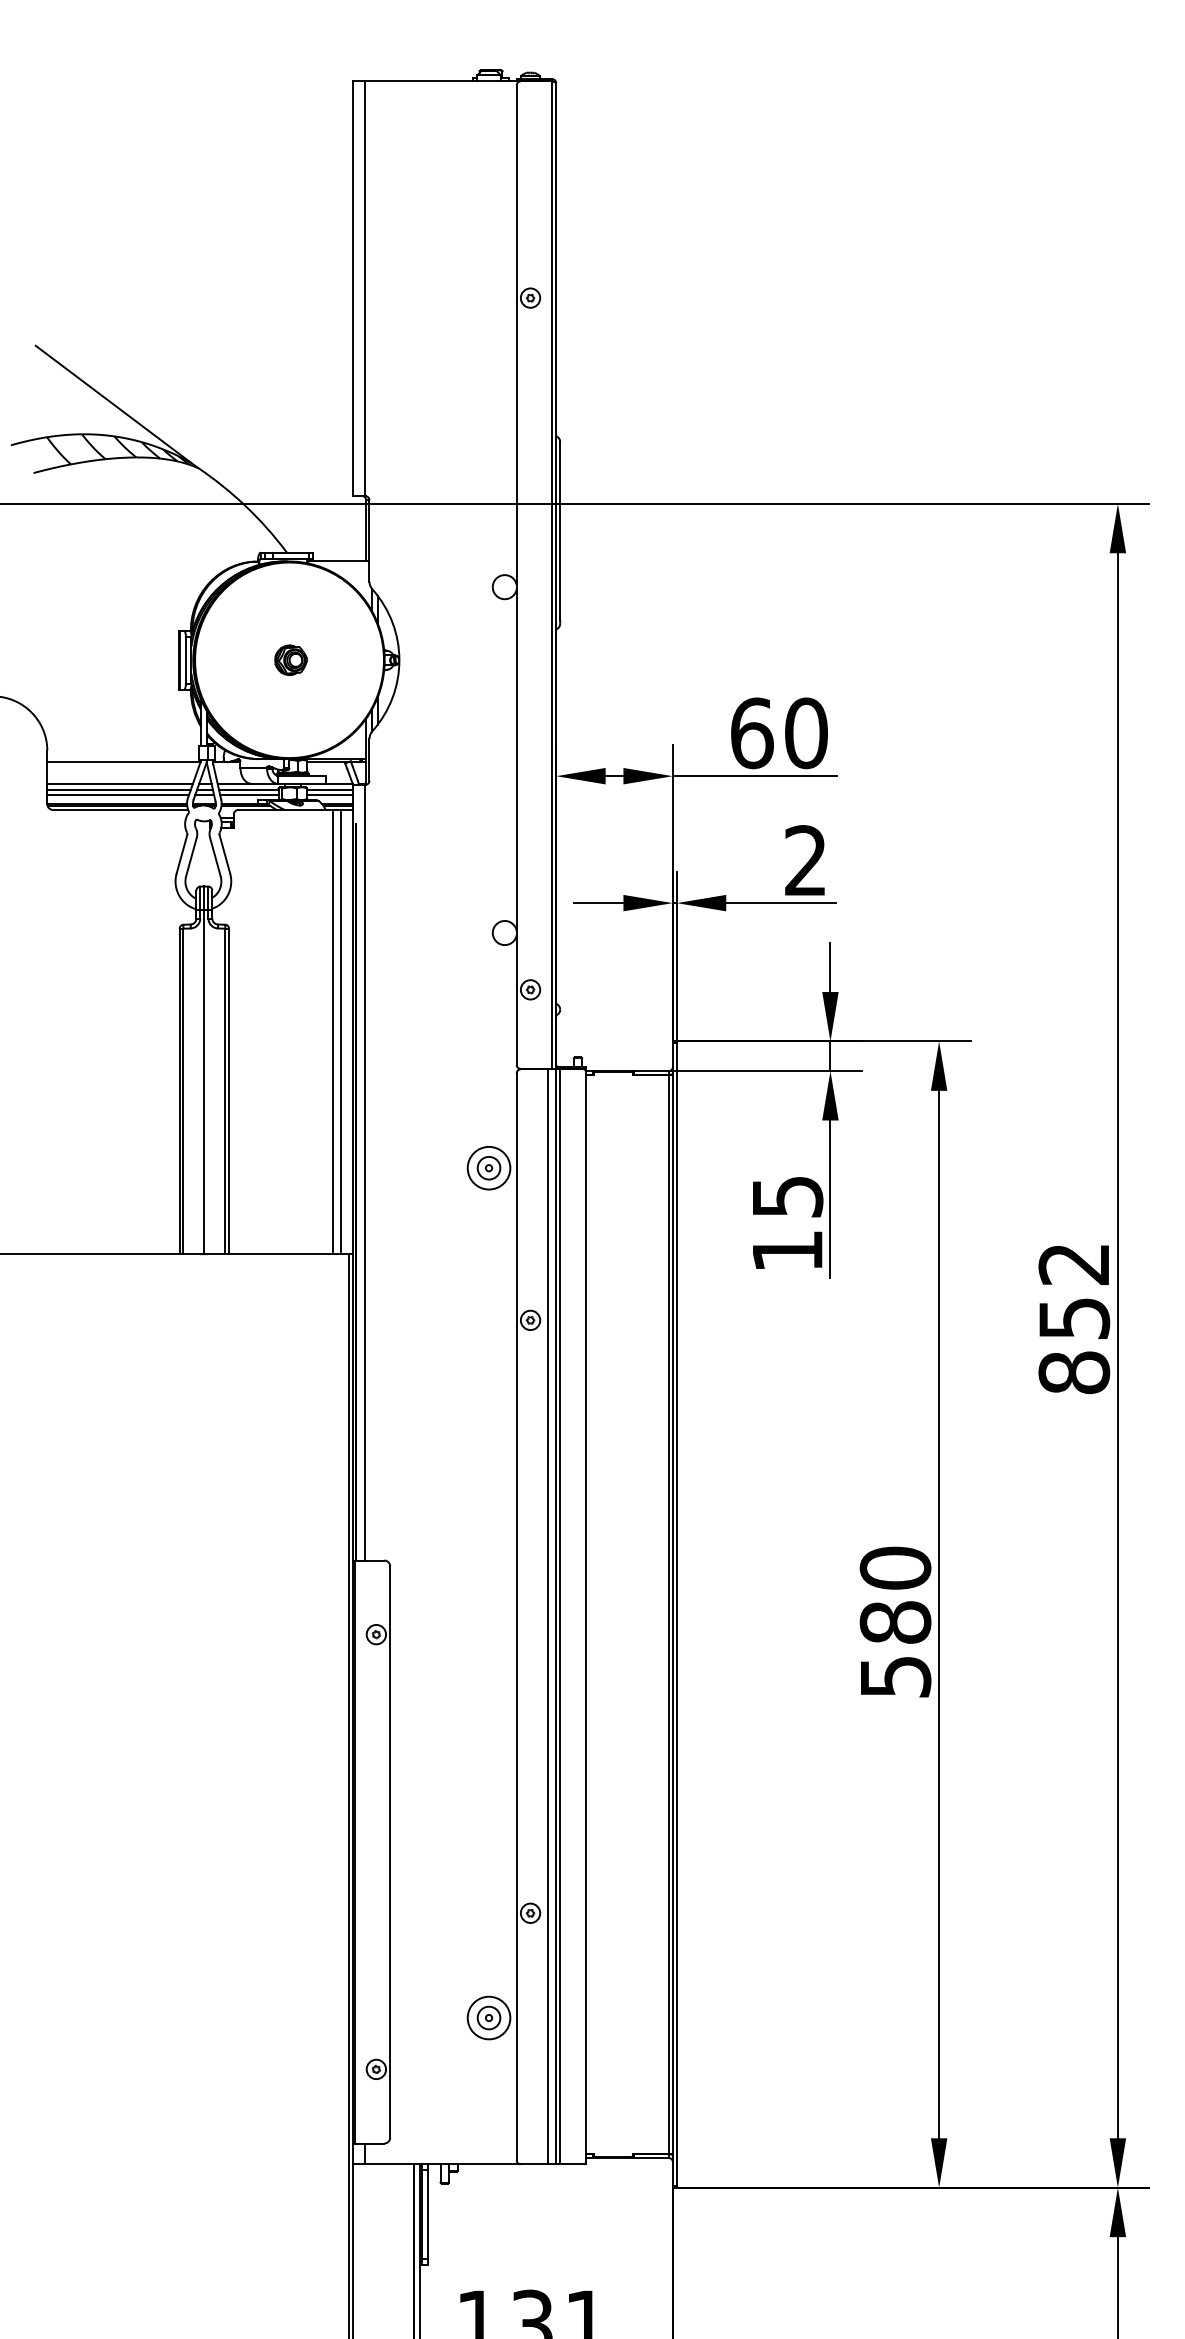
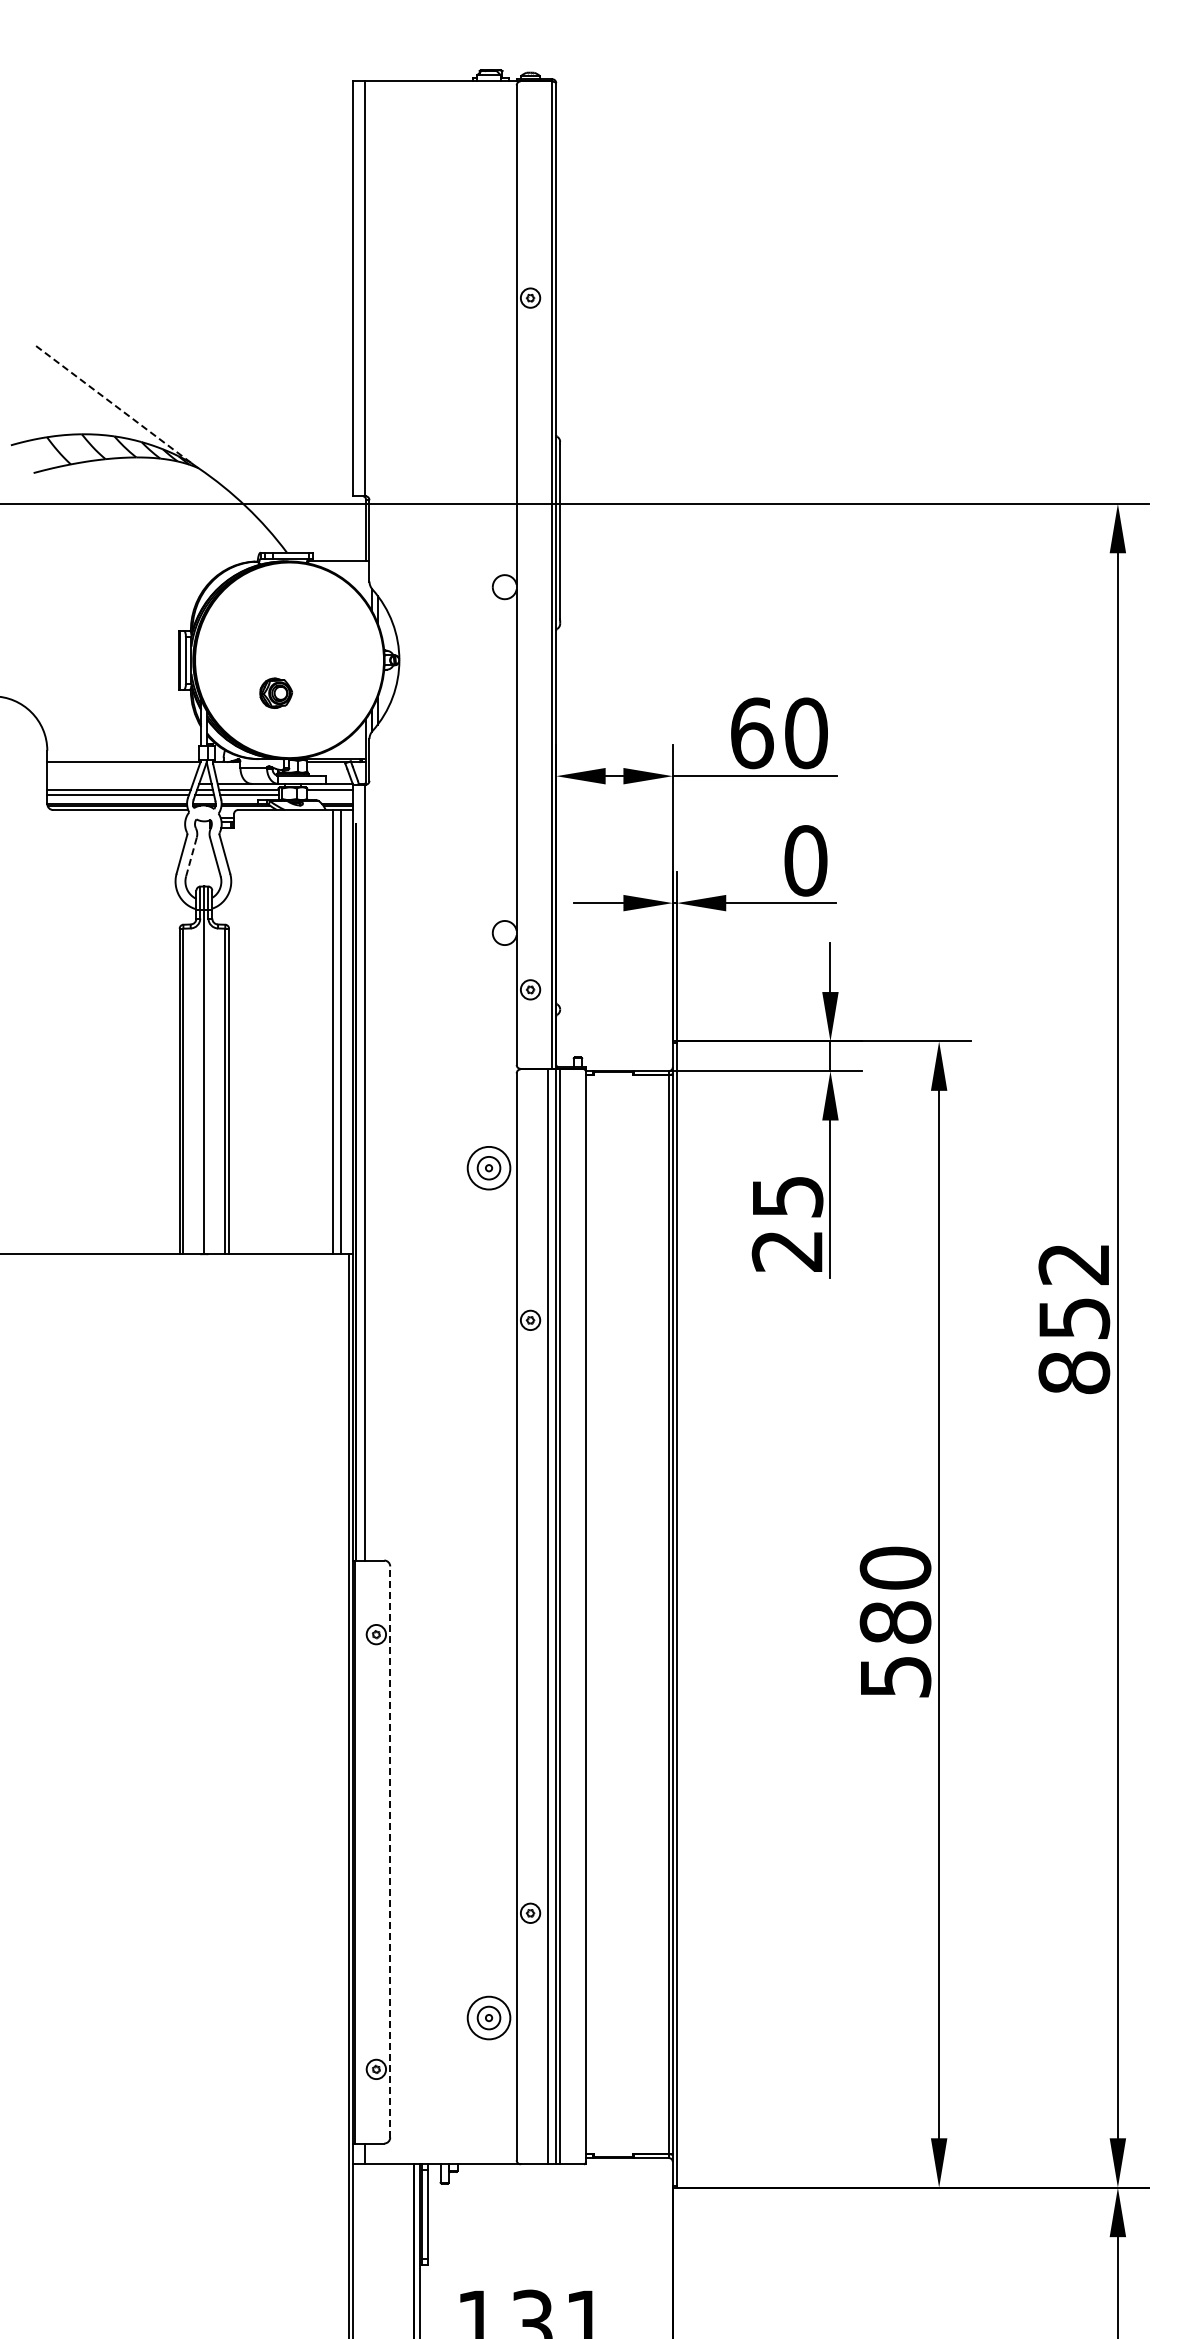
line at (112, 403): solid -> dashed
part at (291, 659) position: (291, 659) -> (276, 692)
line at (119, 783): present -> none
line at (329, 795): present -> none
line at (191, 856): solid -> dashed
text at (805, 860): 2 -> 0
text at (786, 1251): 15 -> 25
line at (390, 1852): solid -> dashed
